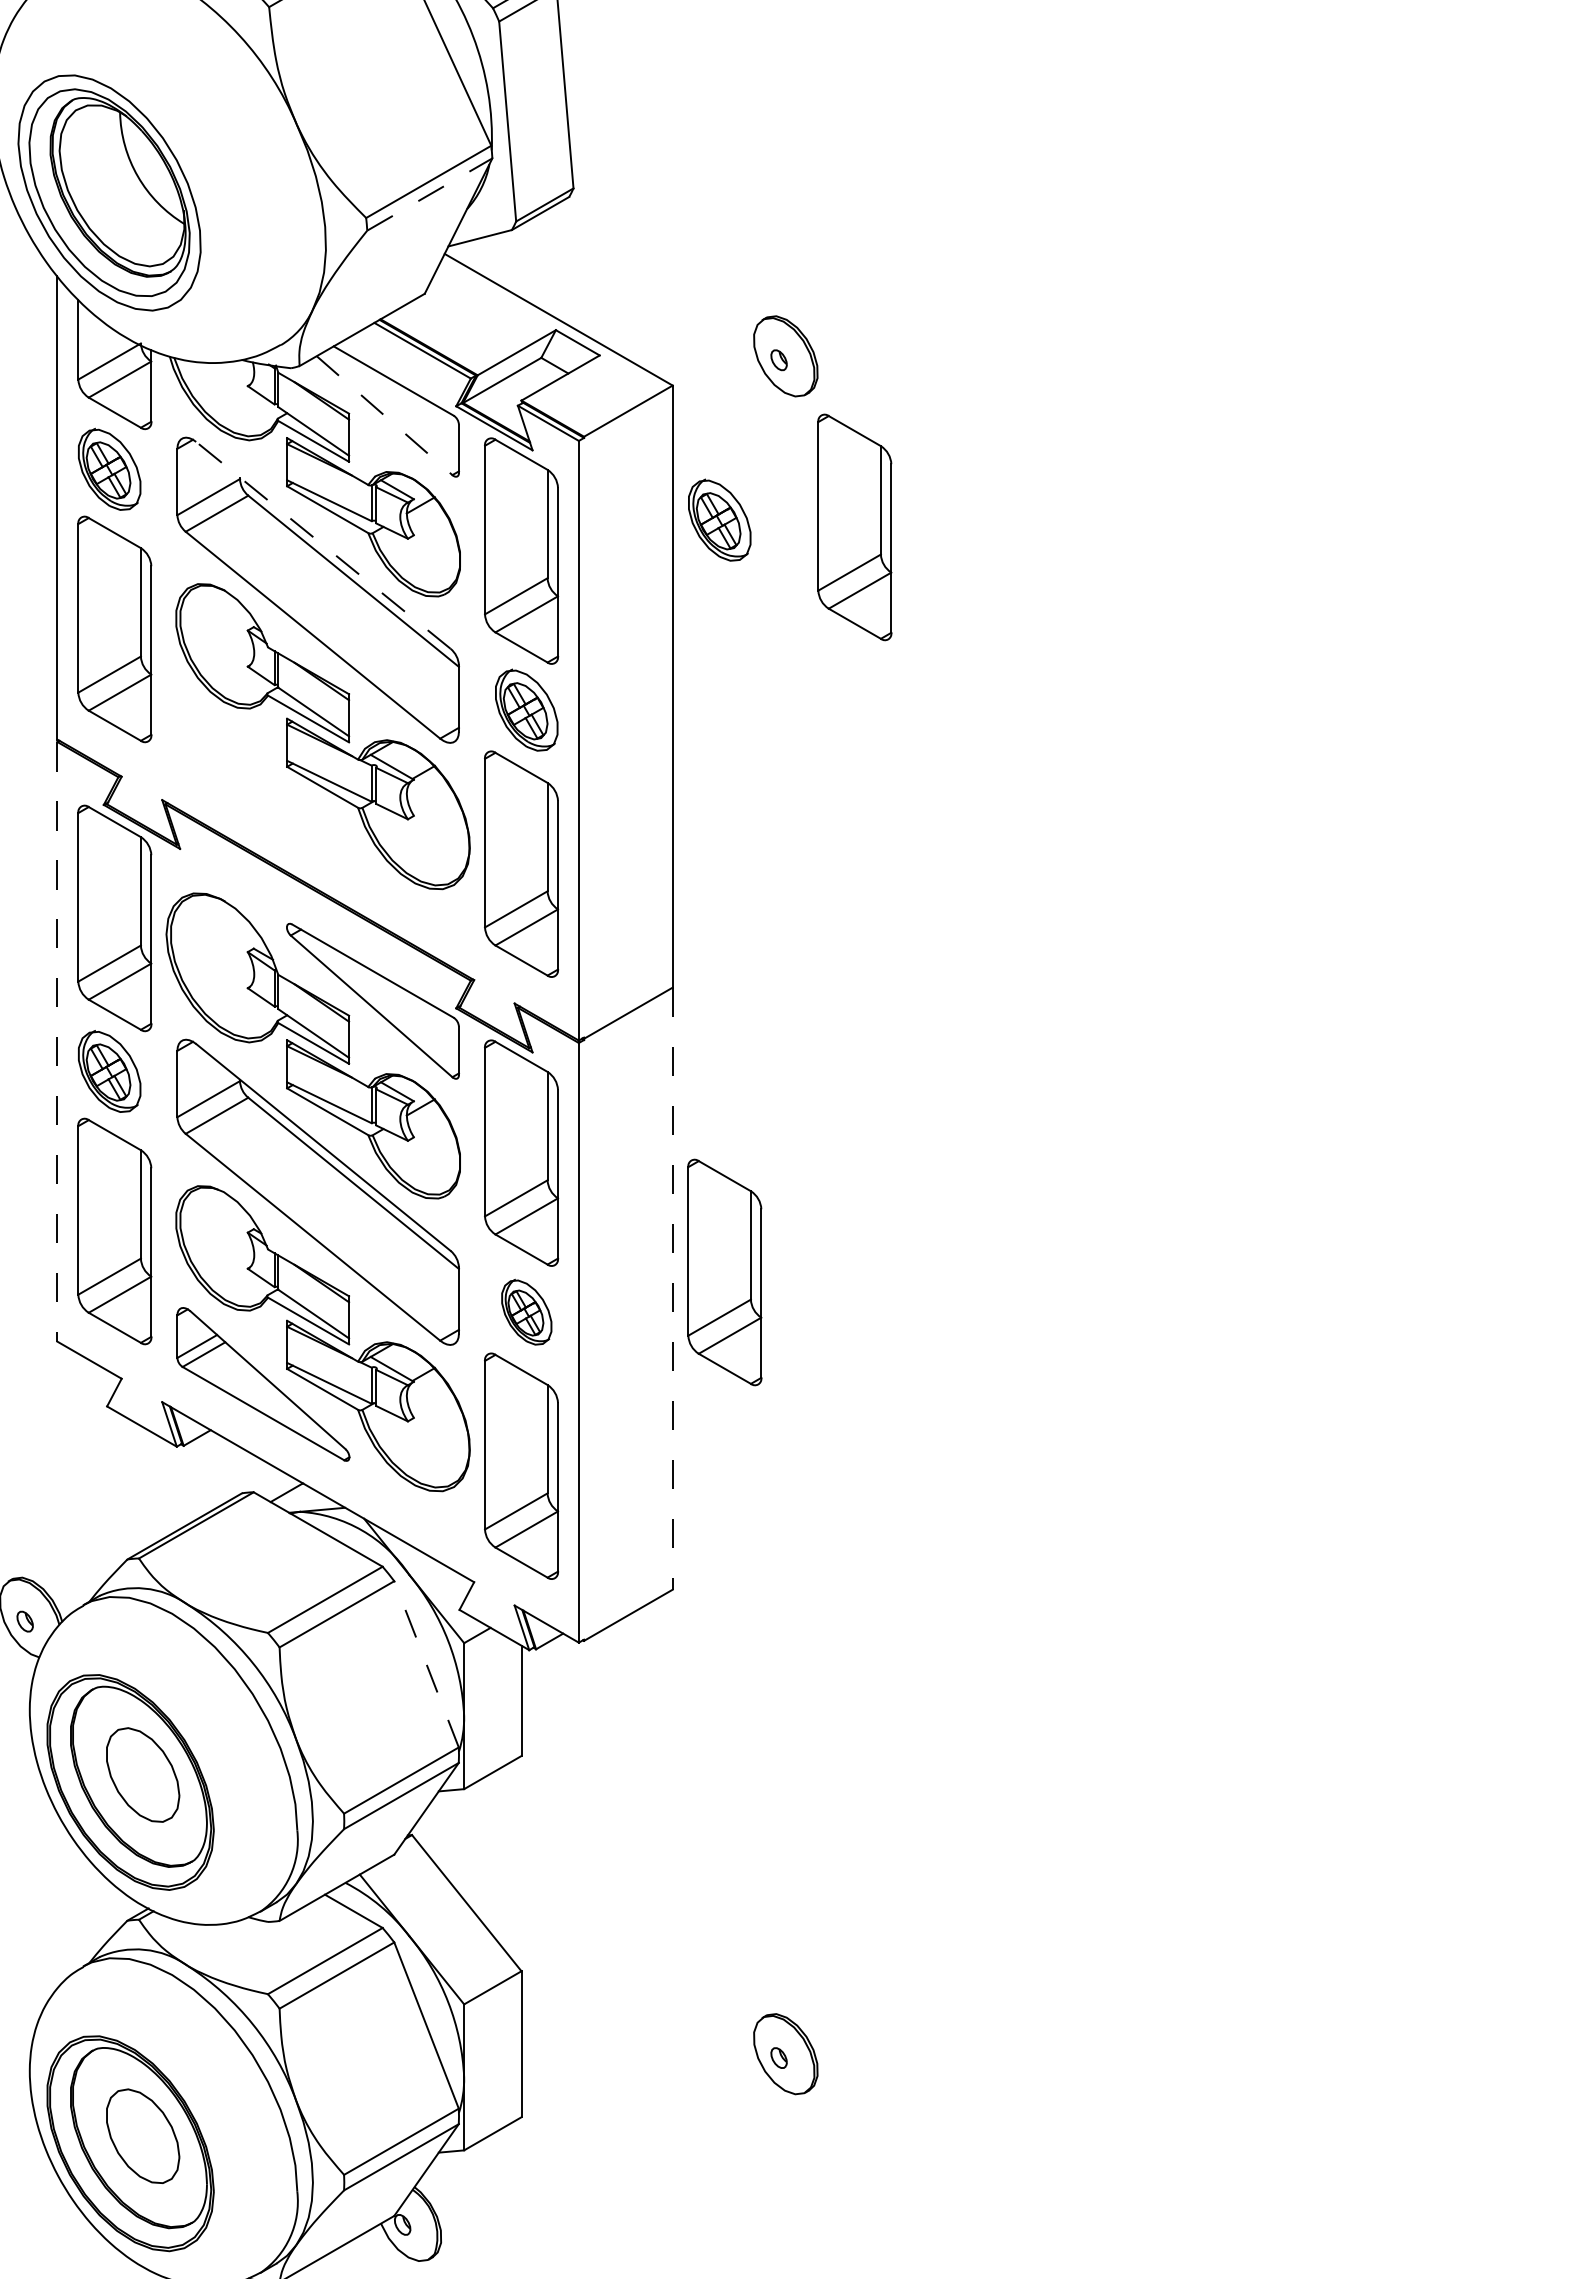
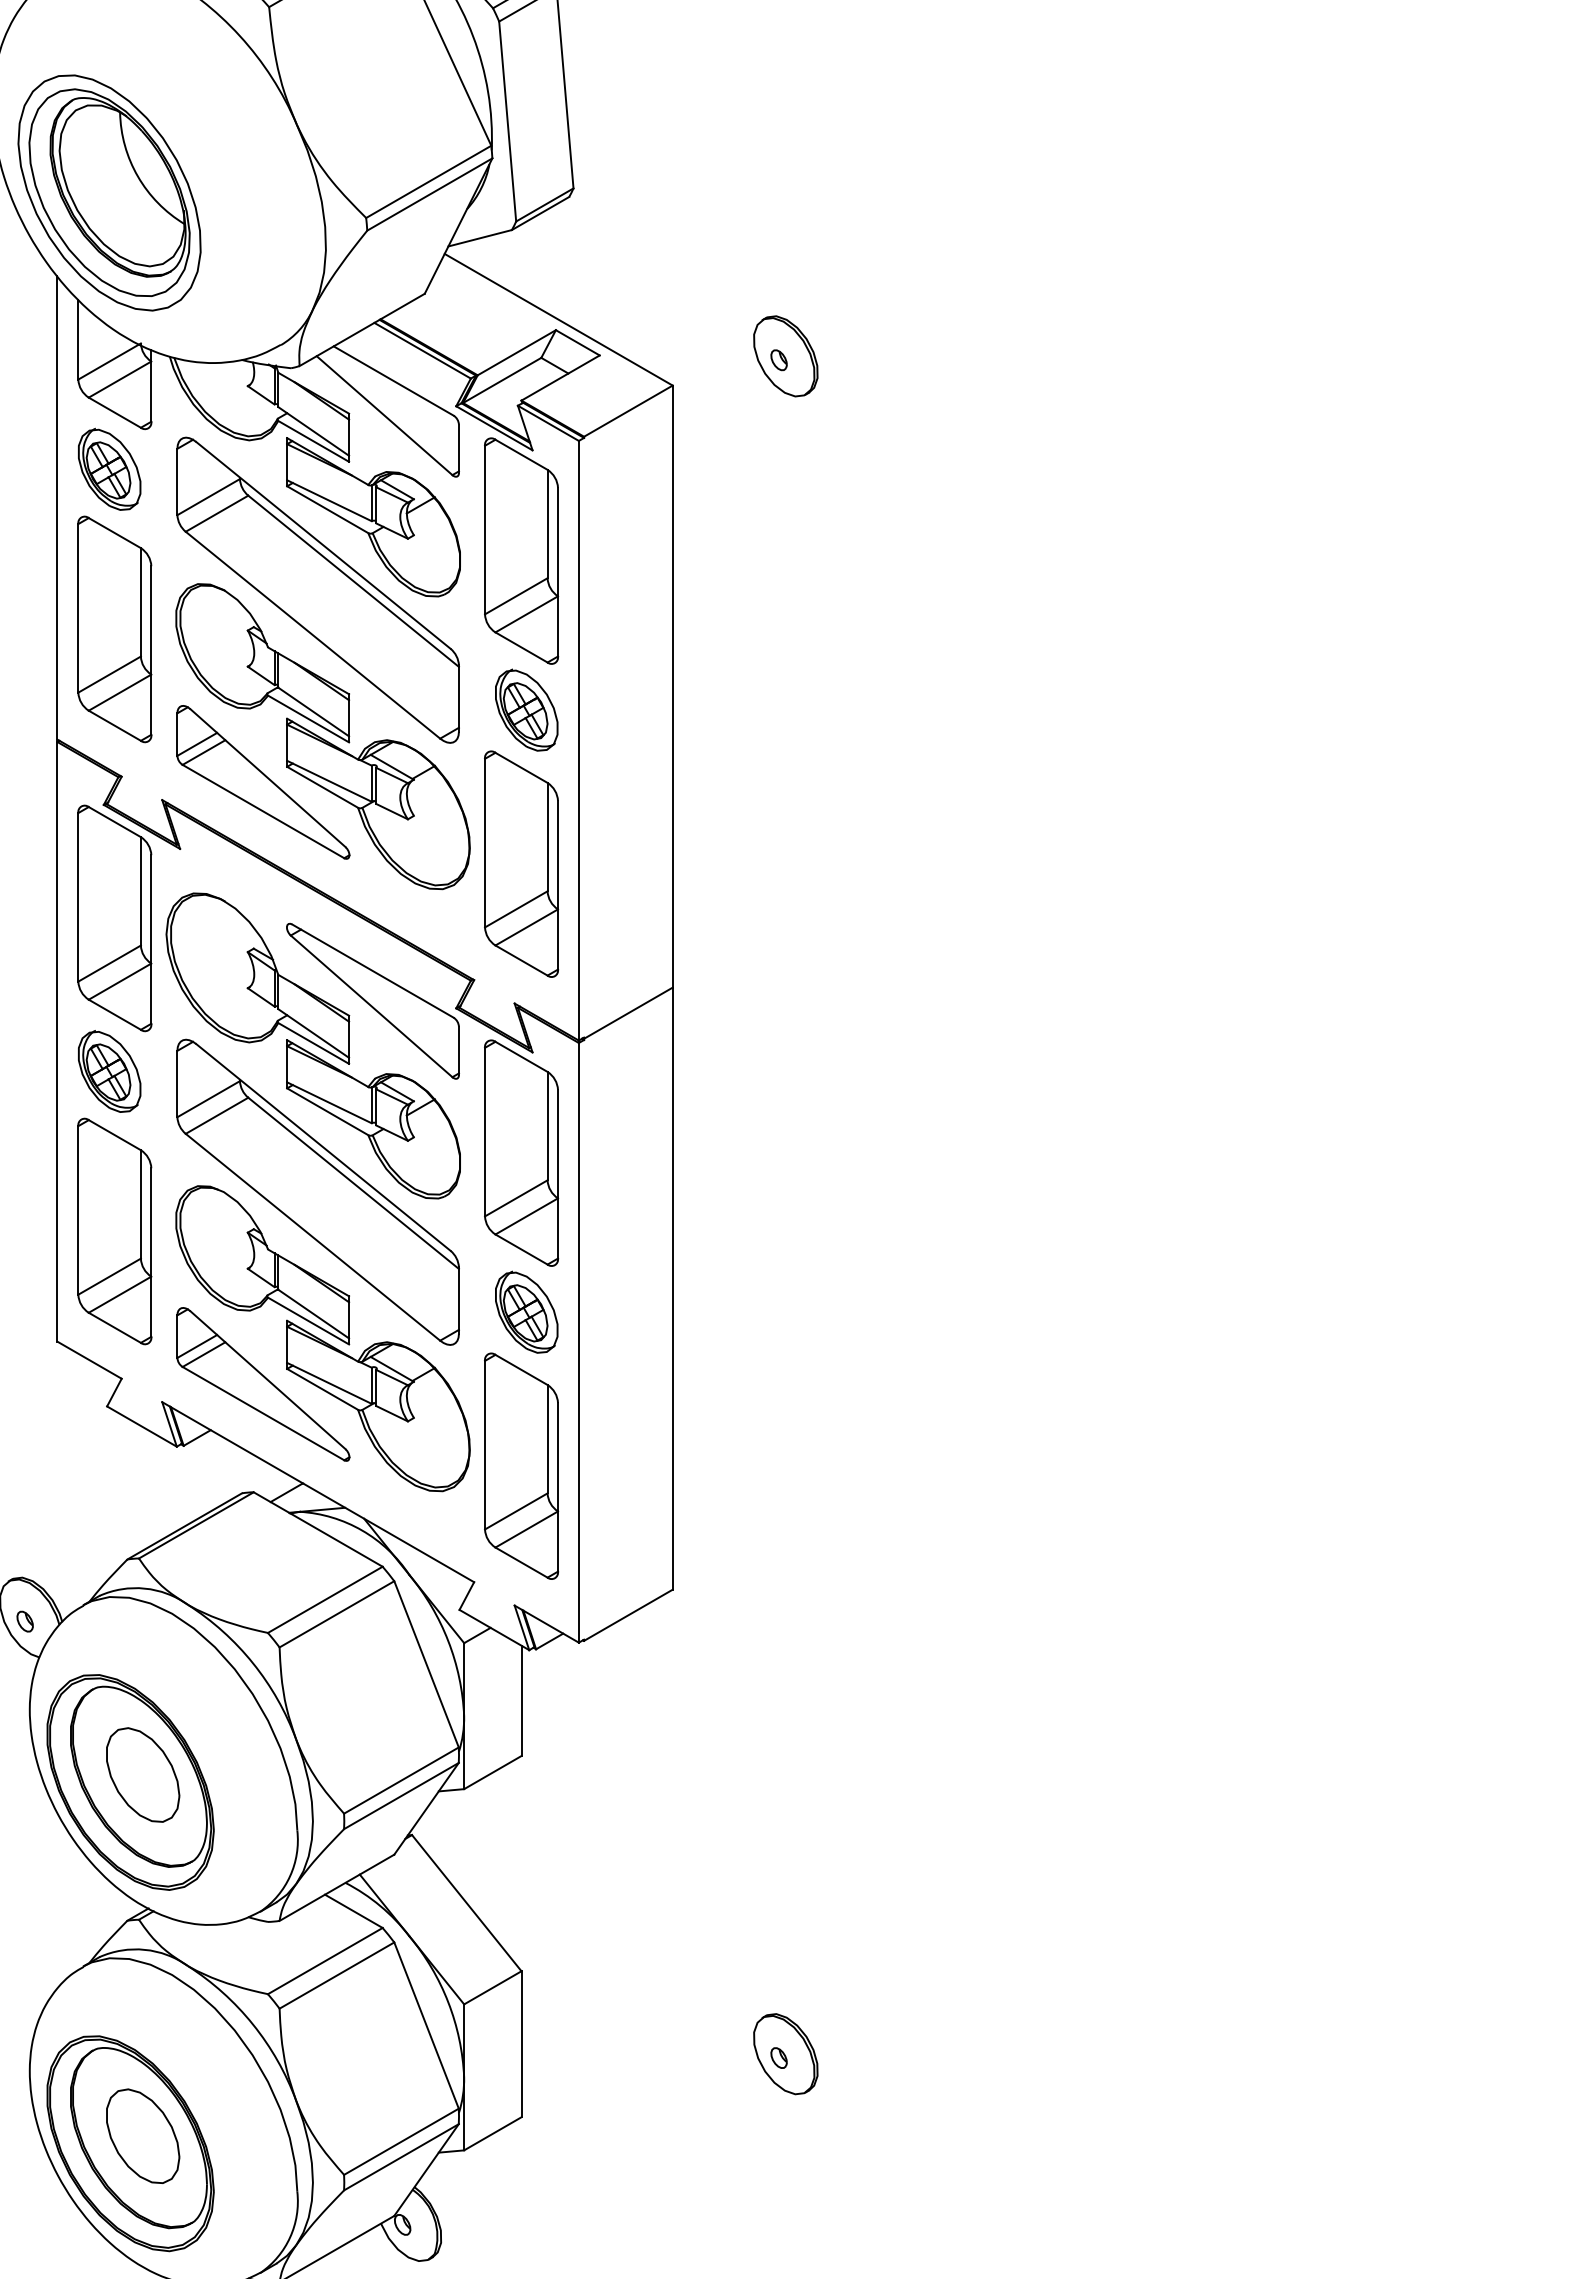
line at (430, 194): dashed -> solid
line at (384, 415): dashed -> solid
part at (719, 519): present -> none
part at (854, 527): present -> none
line at (323, 545): dashed -> solid
part at (263, 782): none -> present
line at (57, 1041): dashed -> solid
part at (724, 1272): present -> none
line at (672, 1289): dashed -> solid
part at (526, 1311) size: 52x68 px -> 64x84 px
line at (426, 1663): dashed -> solid
